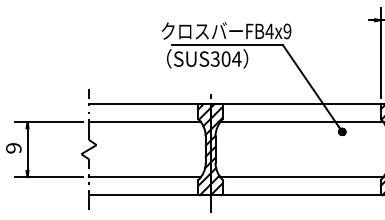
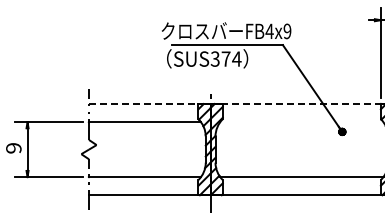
text at (225, 58): SUS304 -> SUS374
line at (237, 104): solid -> dashed
line at (300, 122): present -> none
